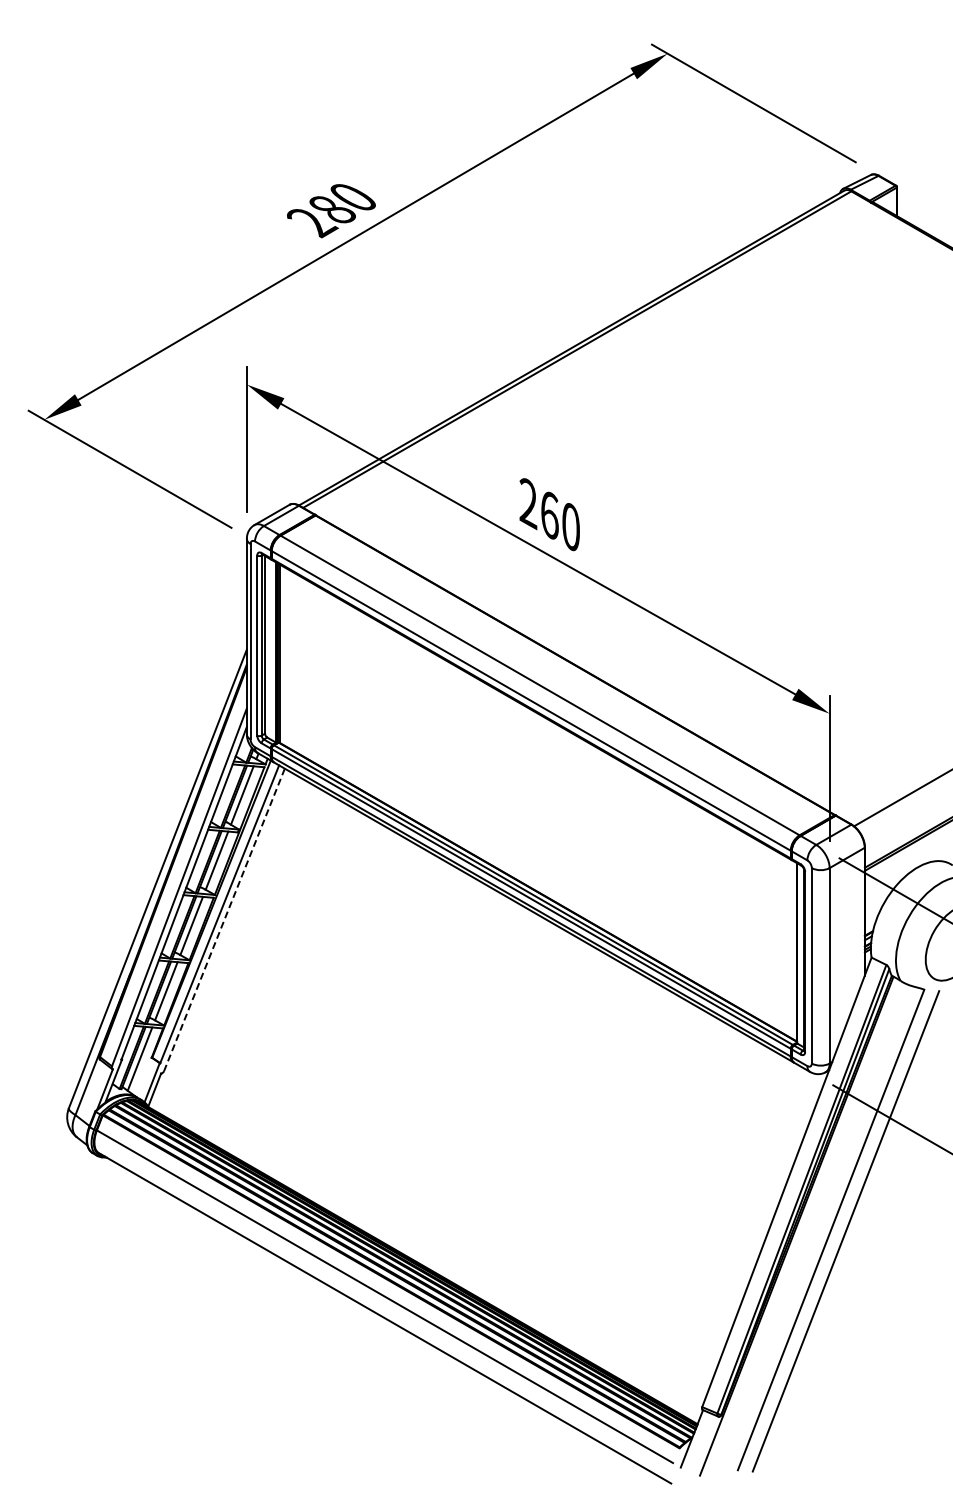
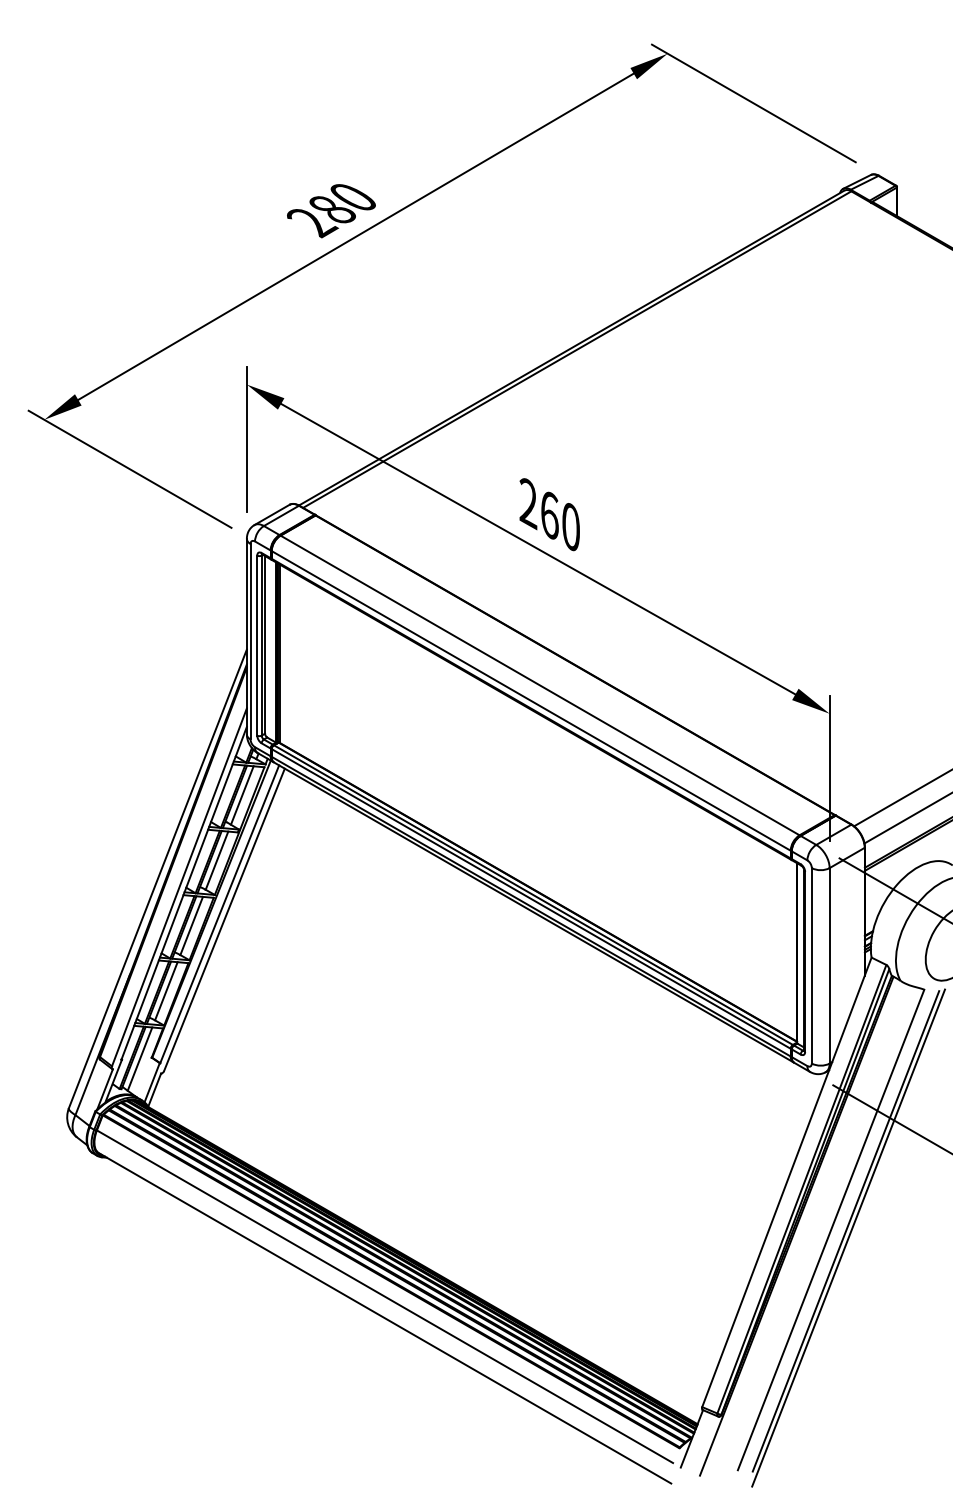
line at (906, 818): none -> present
line at (224, 919): dashed -> solid
line at (848, 1237): none -> present
